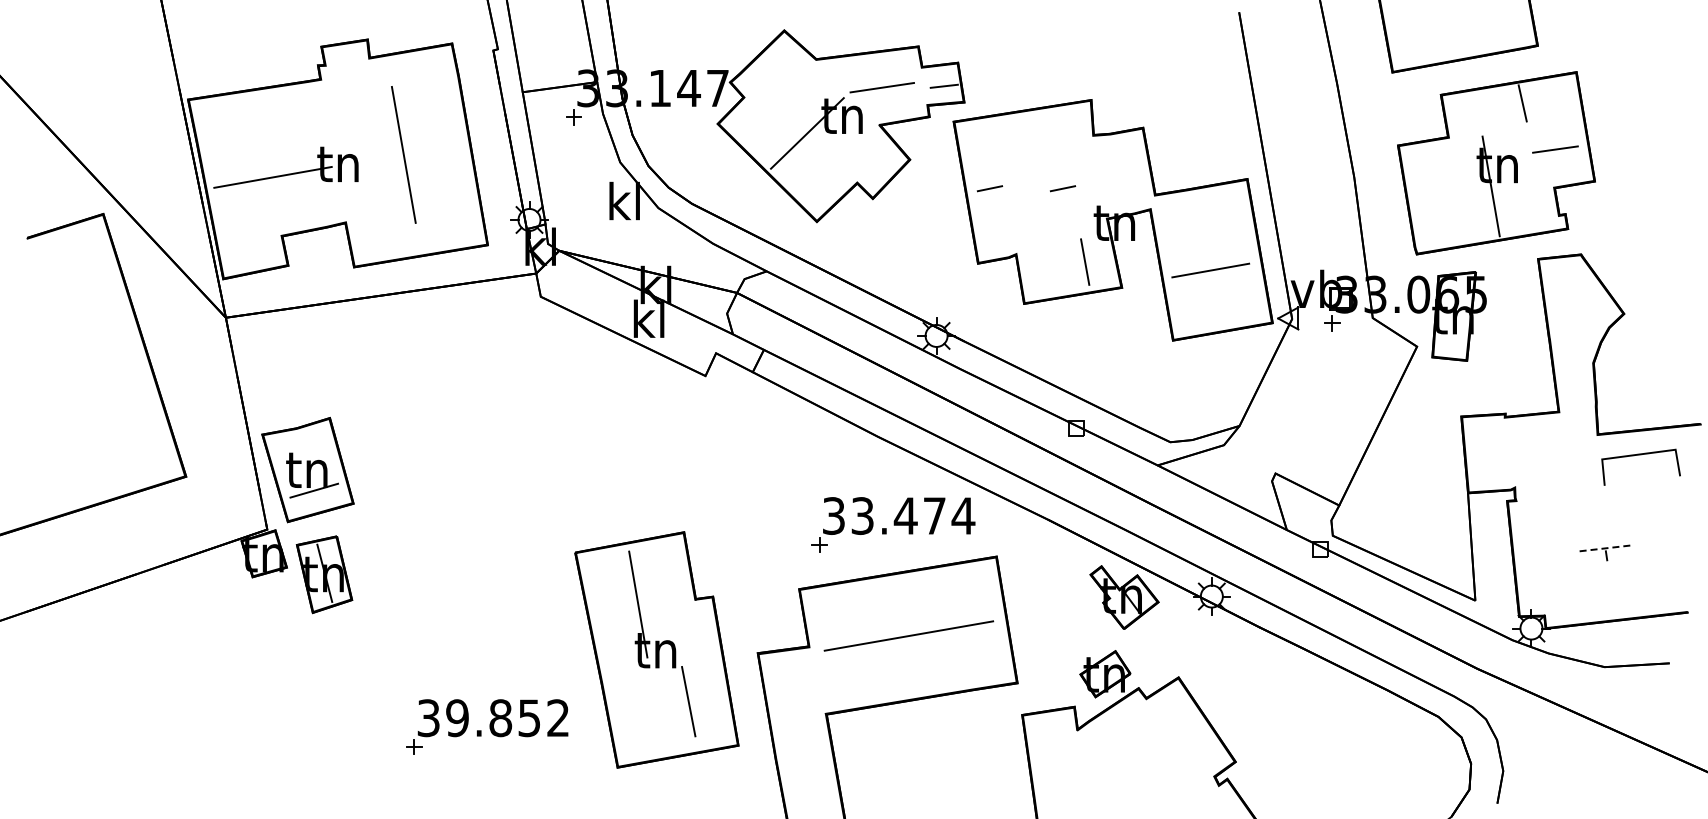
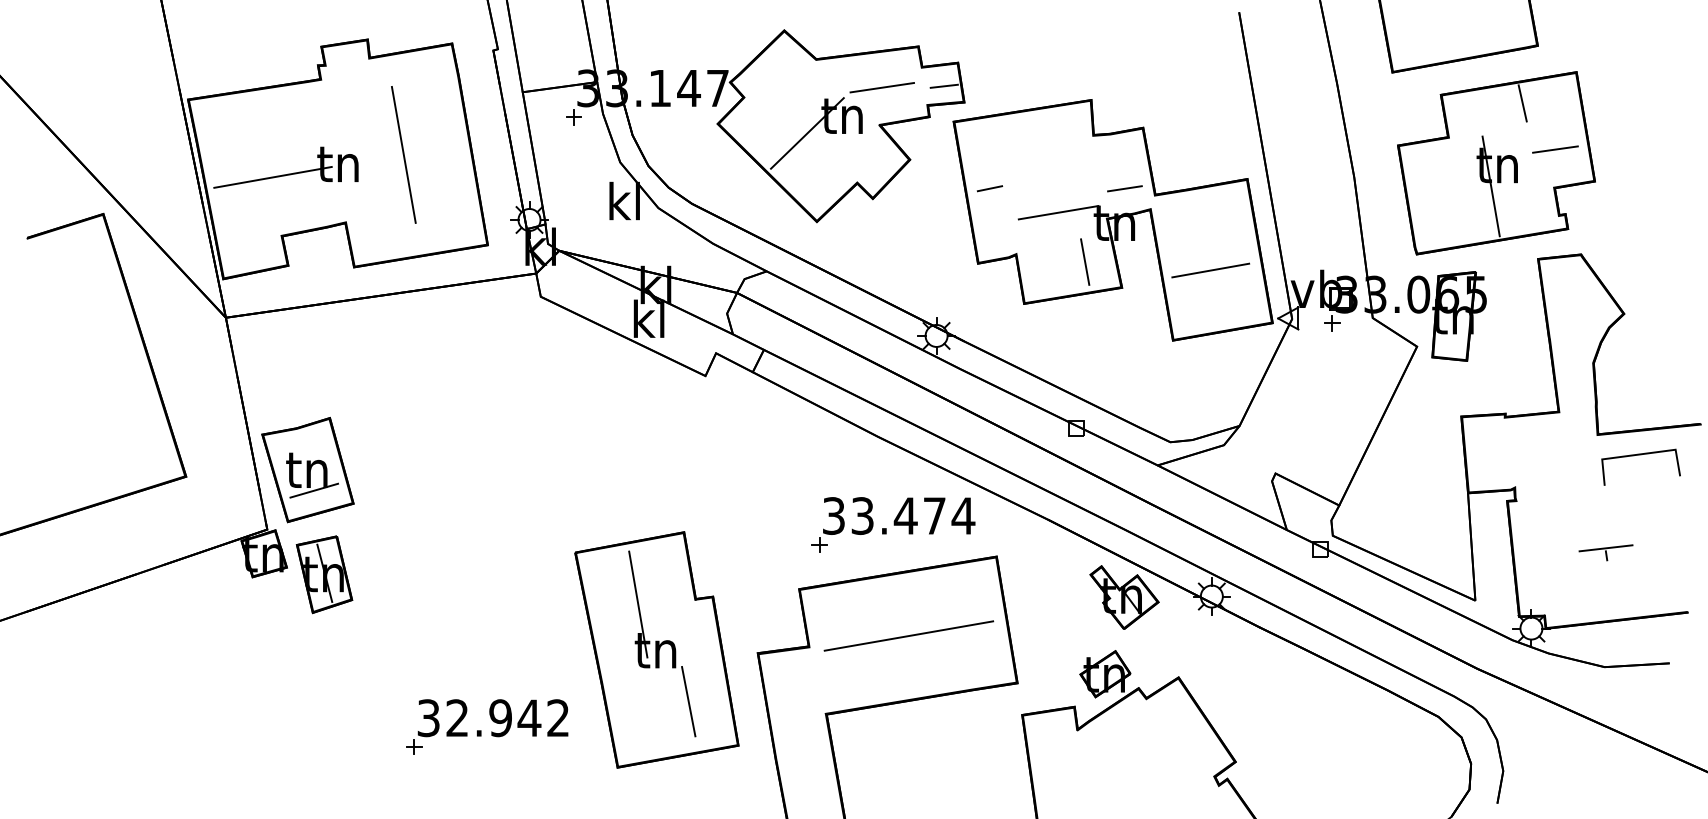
line at (1062, 188): present -> none
line at (1124, 188): none -> present
line at (1058, 212): none -> present
line at (1606, 548): dashed -> solid
text at (493, 718): 39.852 -> 32.942
